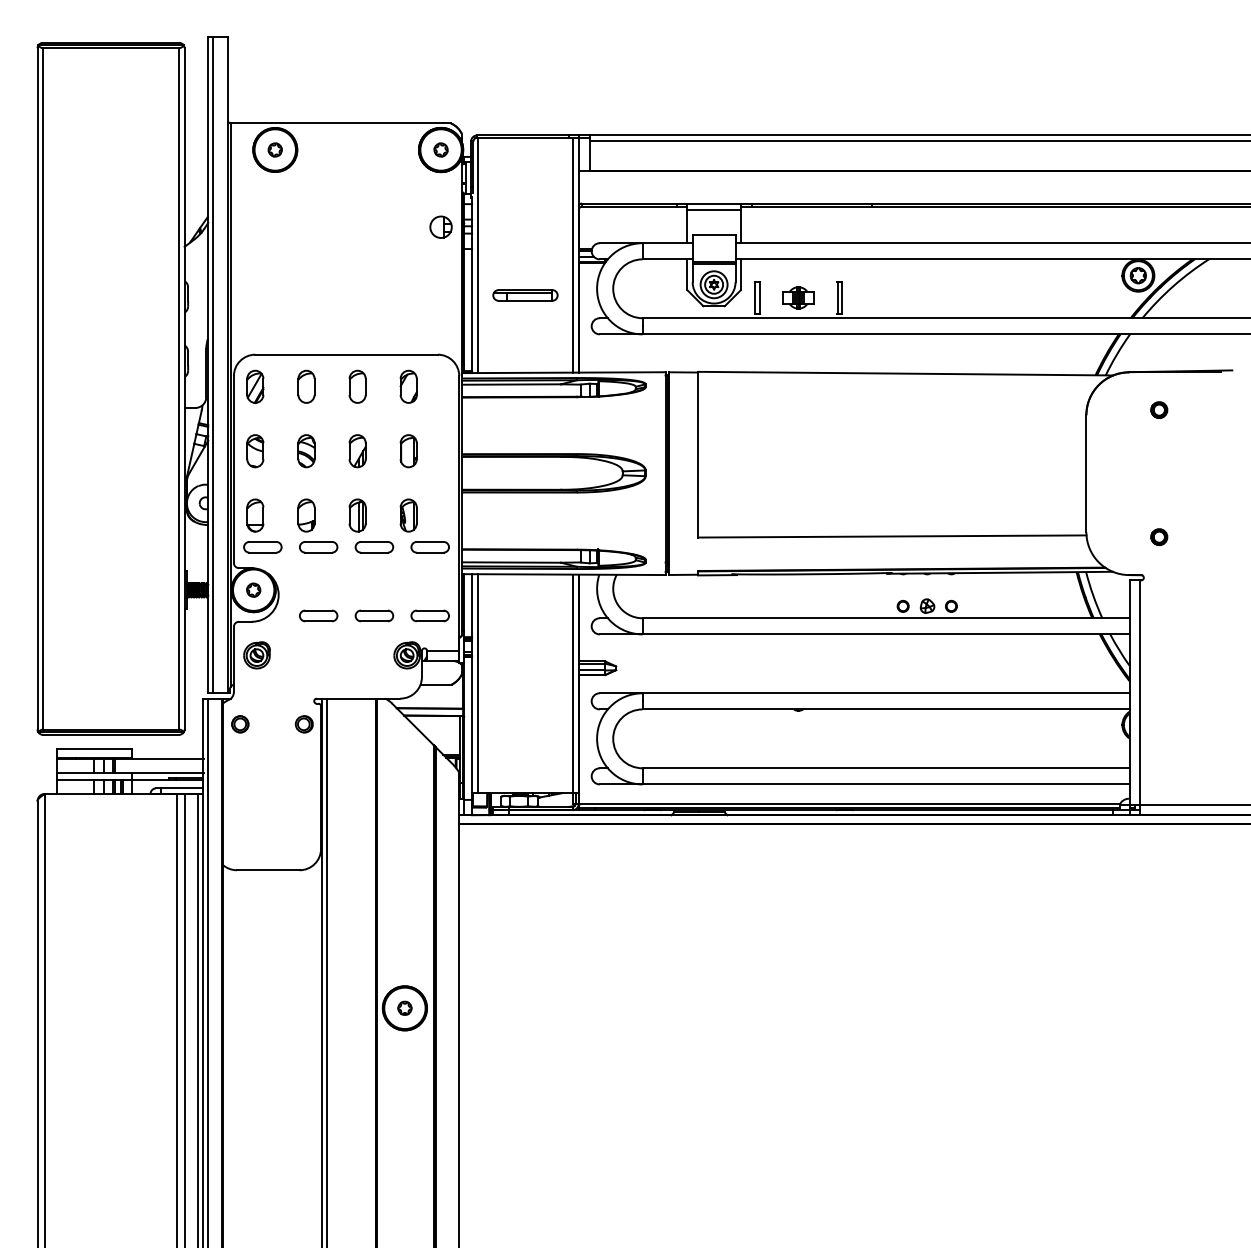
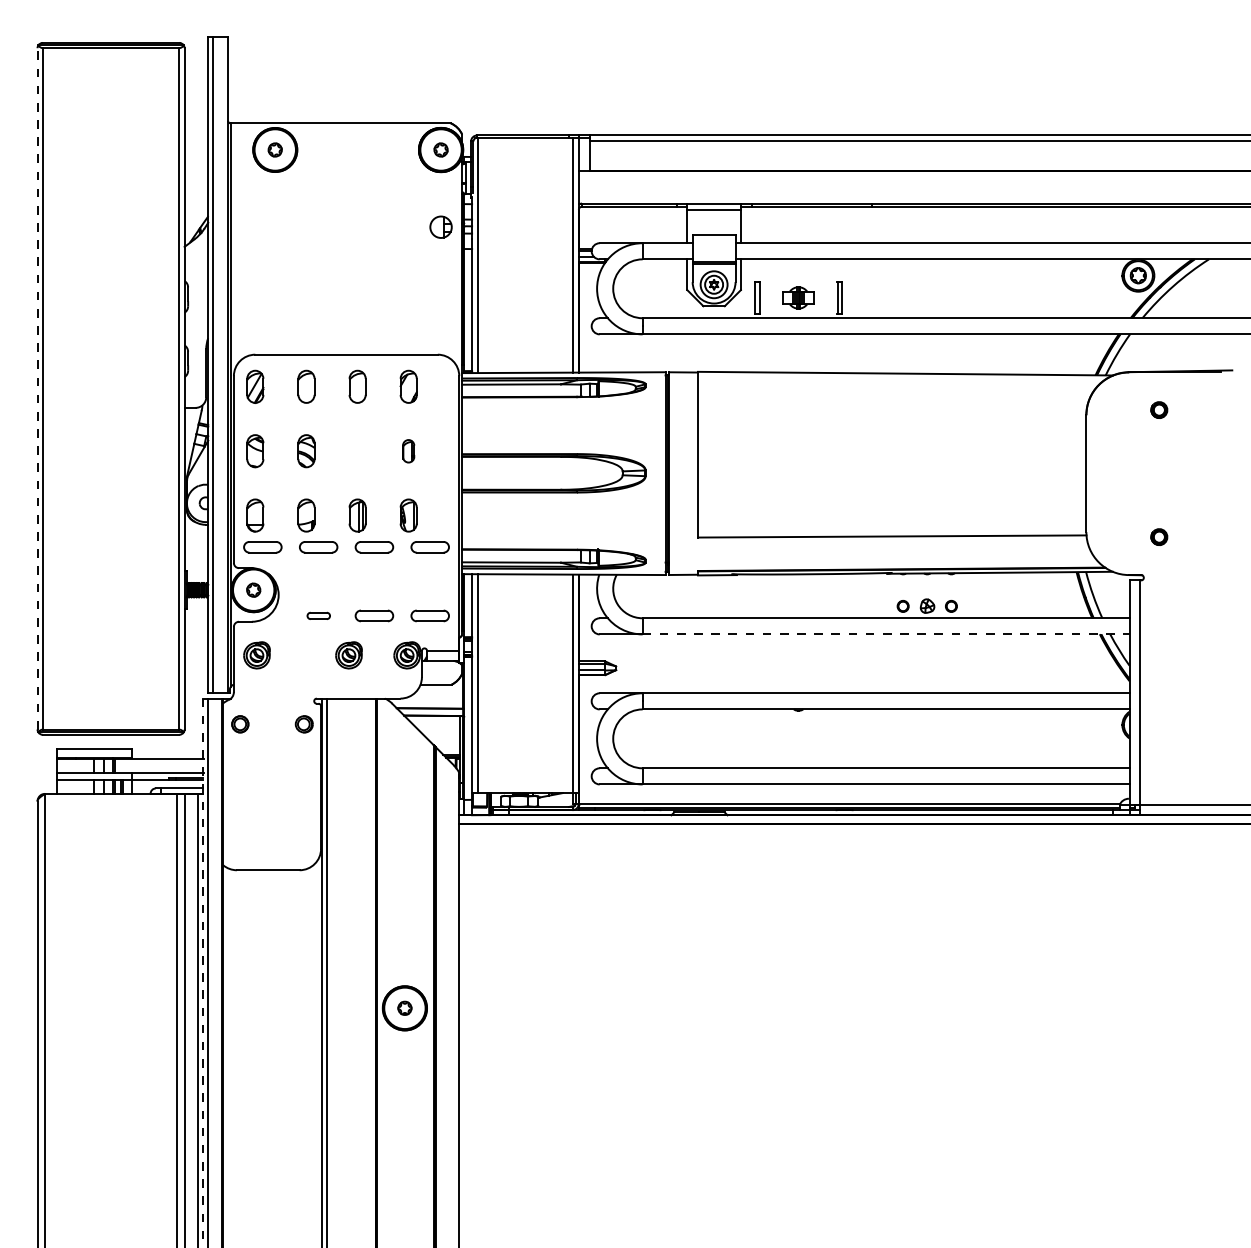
part at (525, 295): present -> none
line at (37, 388): solid -> dashed
part at (357, 451): present -> none
part at (408, 451) size: 19x35 px -> 14x25 px
part at (318, 615) size: 40x14 px -> 25x9 px
line at (886, 634): solid -> dashed
part at (348, 655): none -> present
line at (203, 972): solid -> dashed
